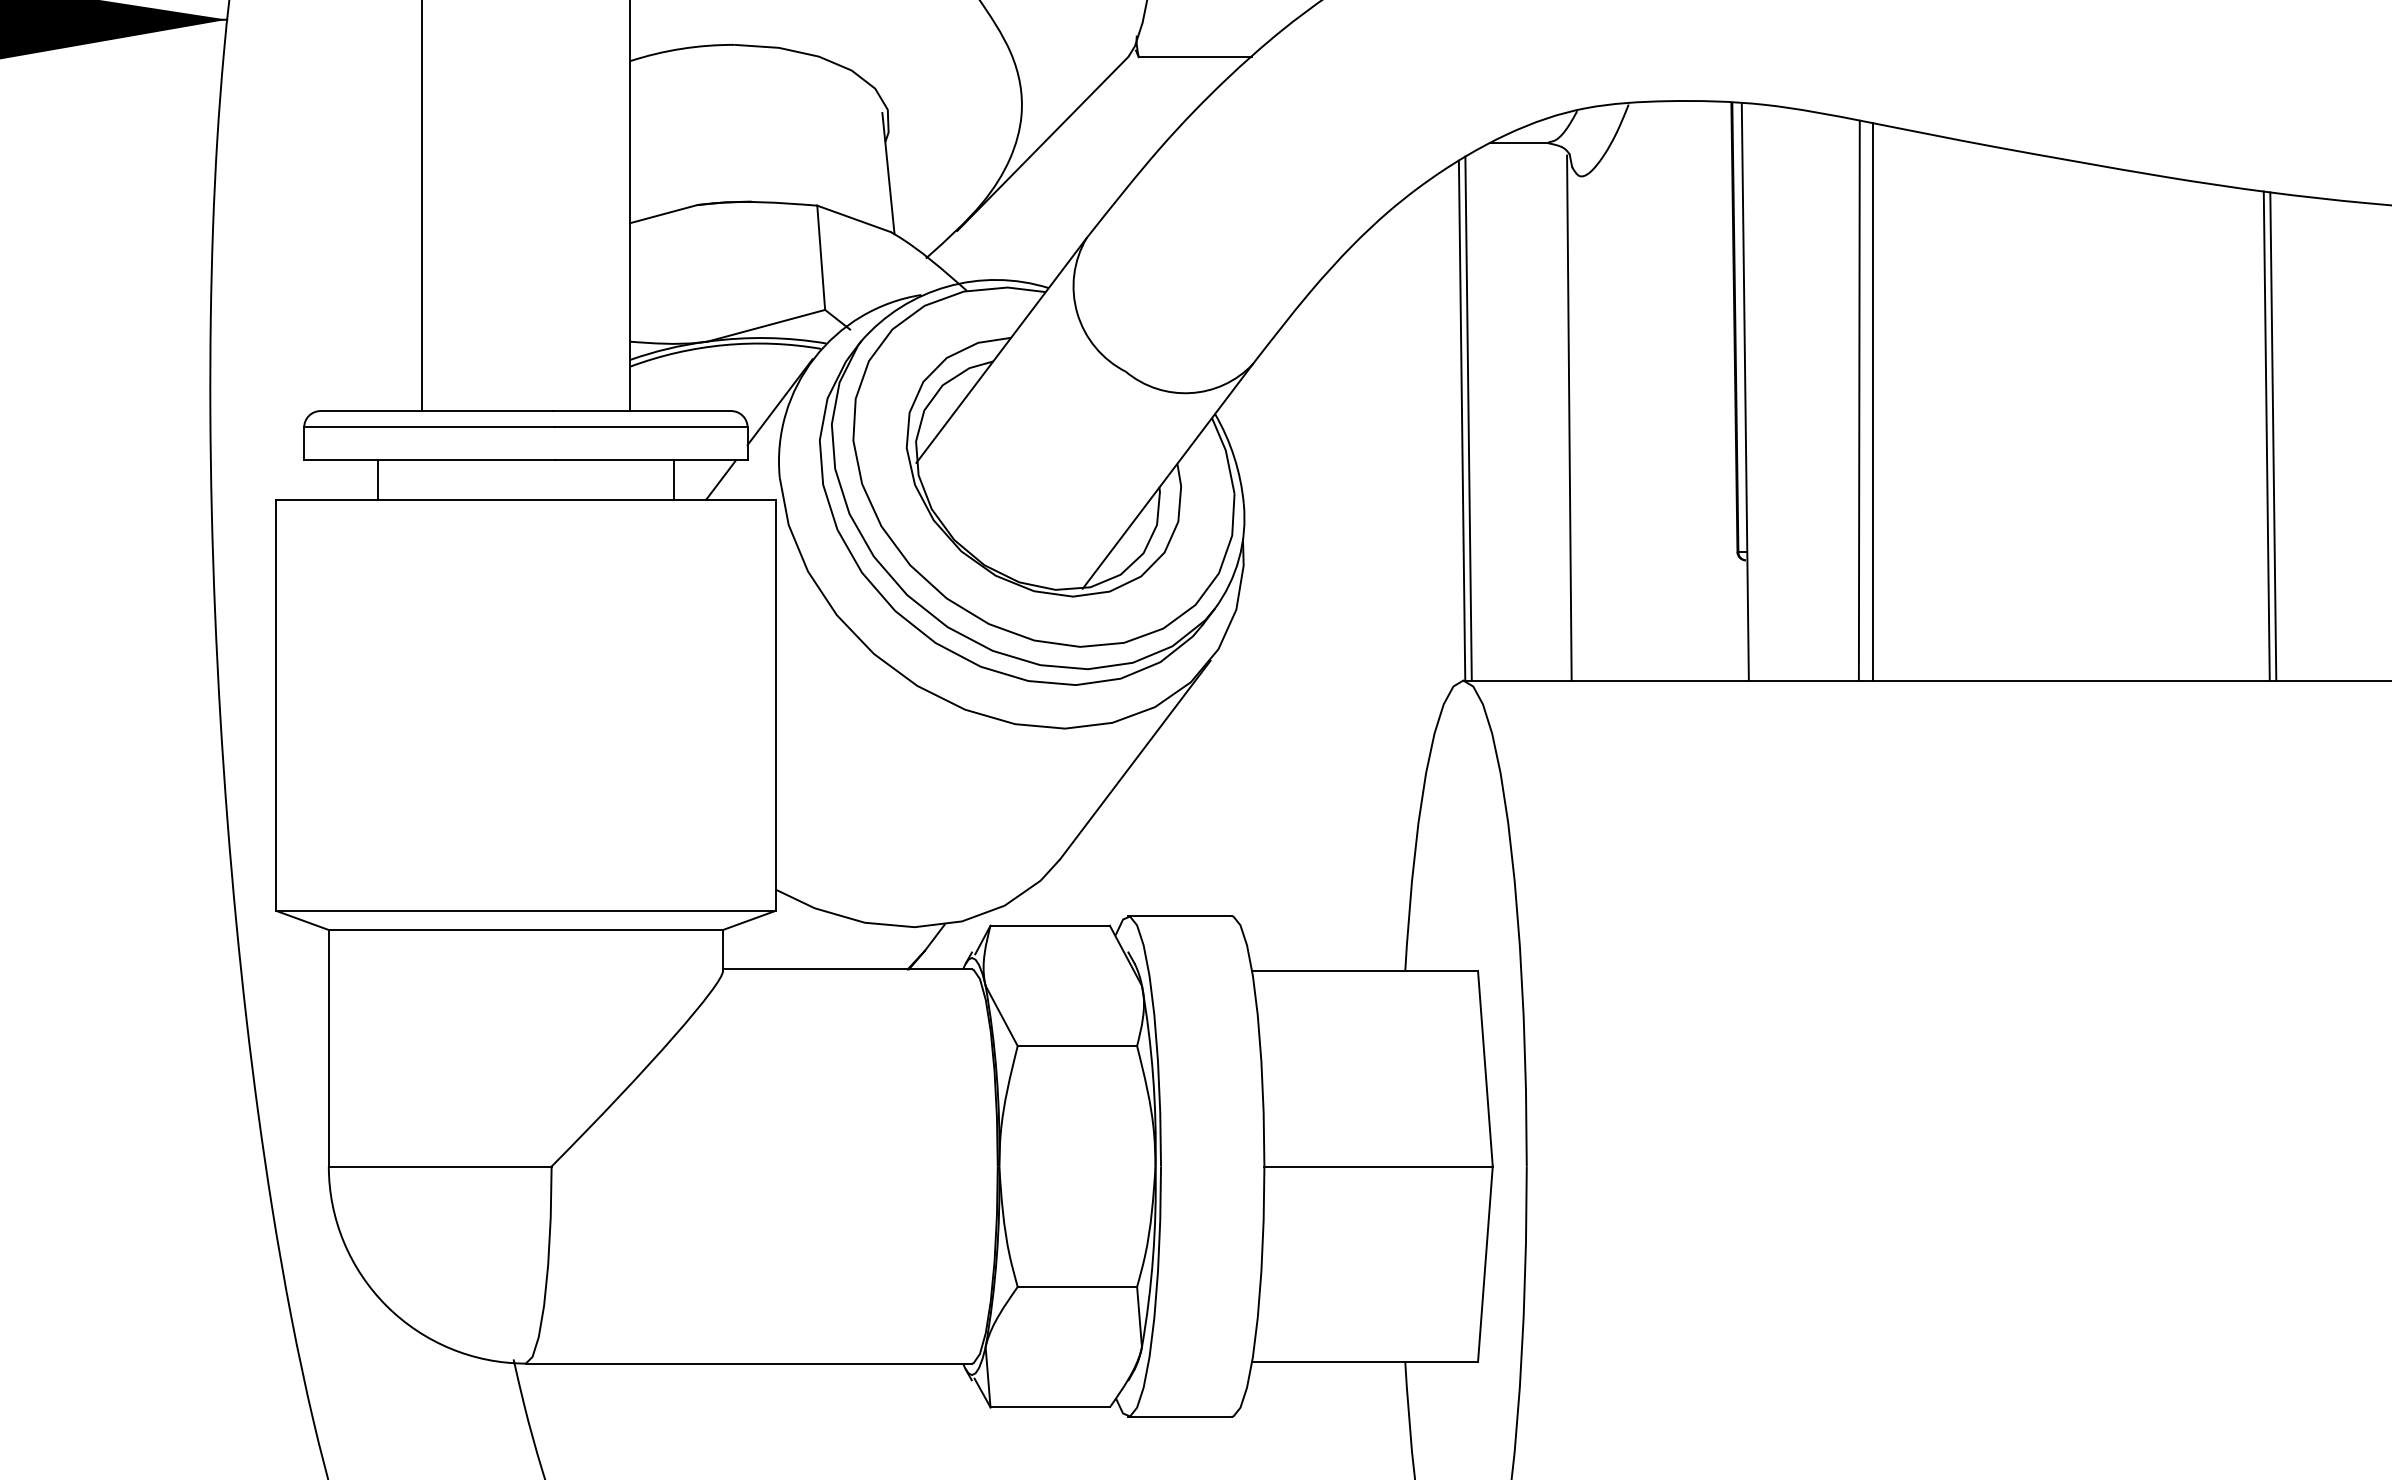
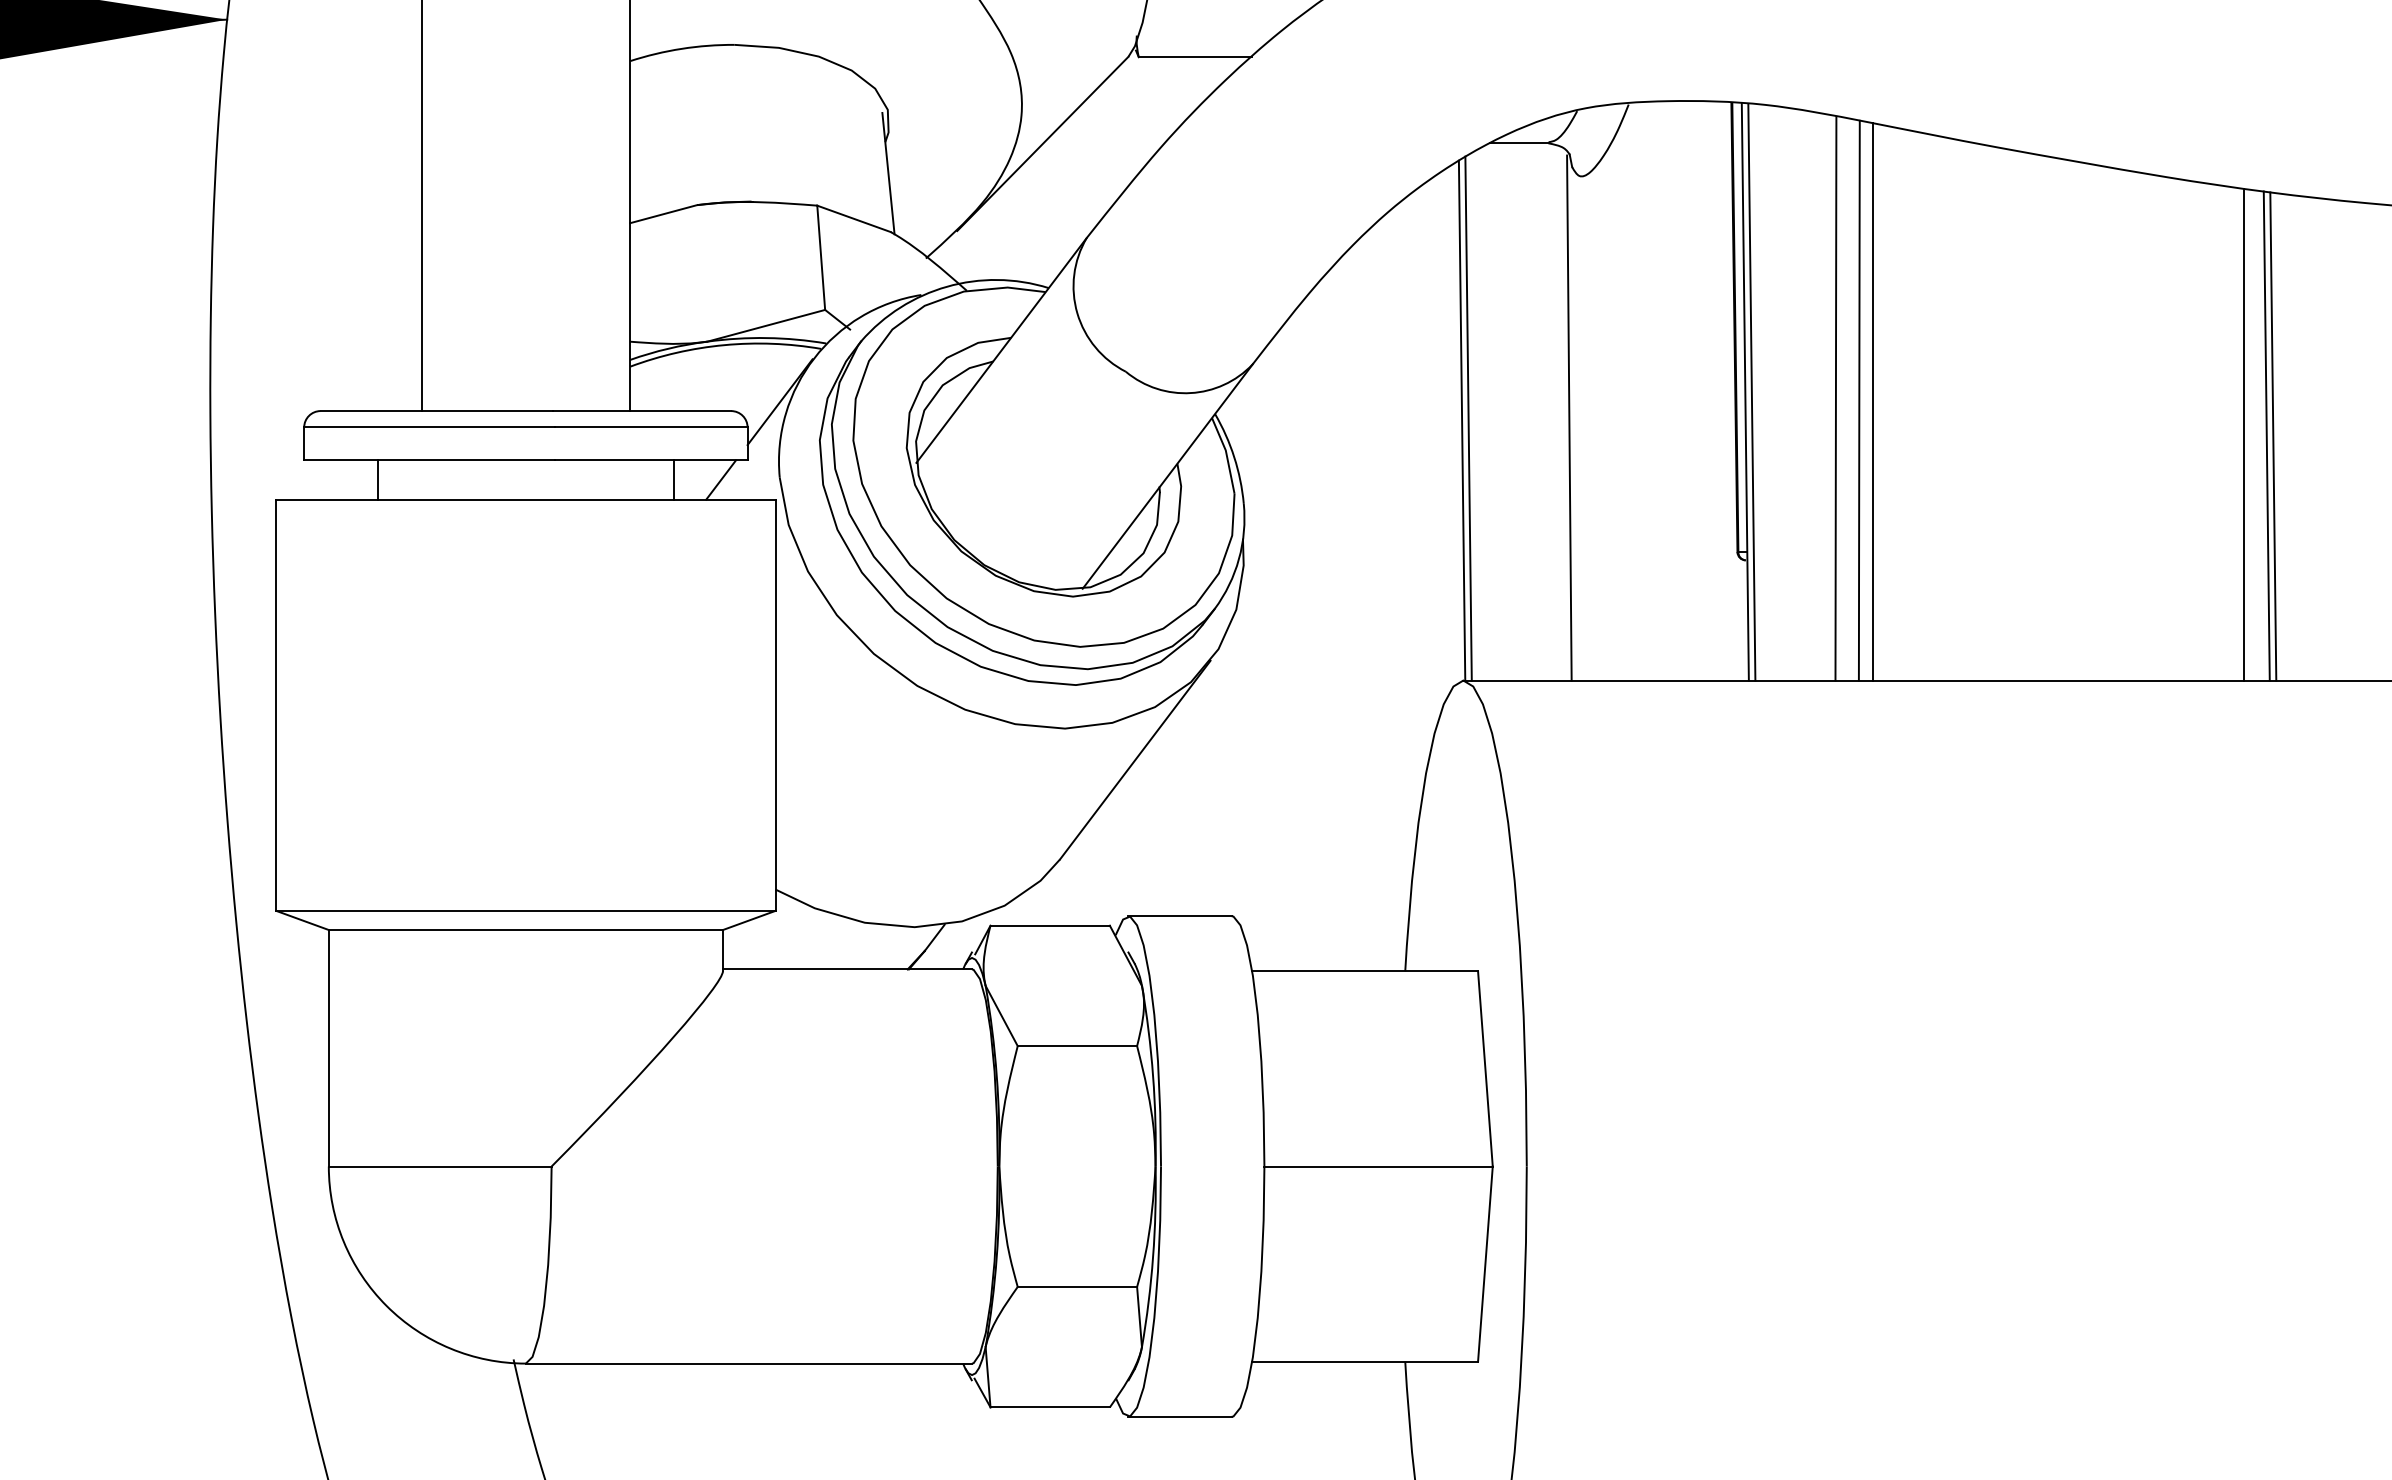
line at (1751, 392): none -> present
line at (1835, 398): none -> present
line at (2244, 434): none -> present
